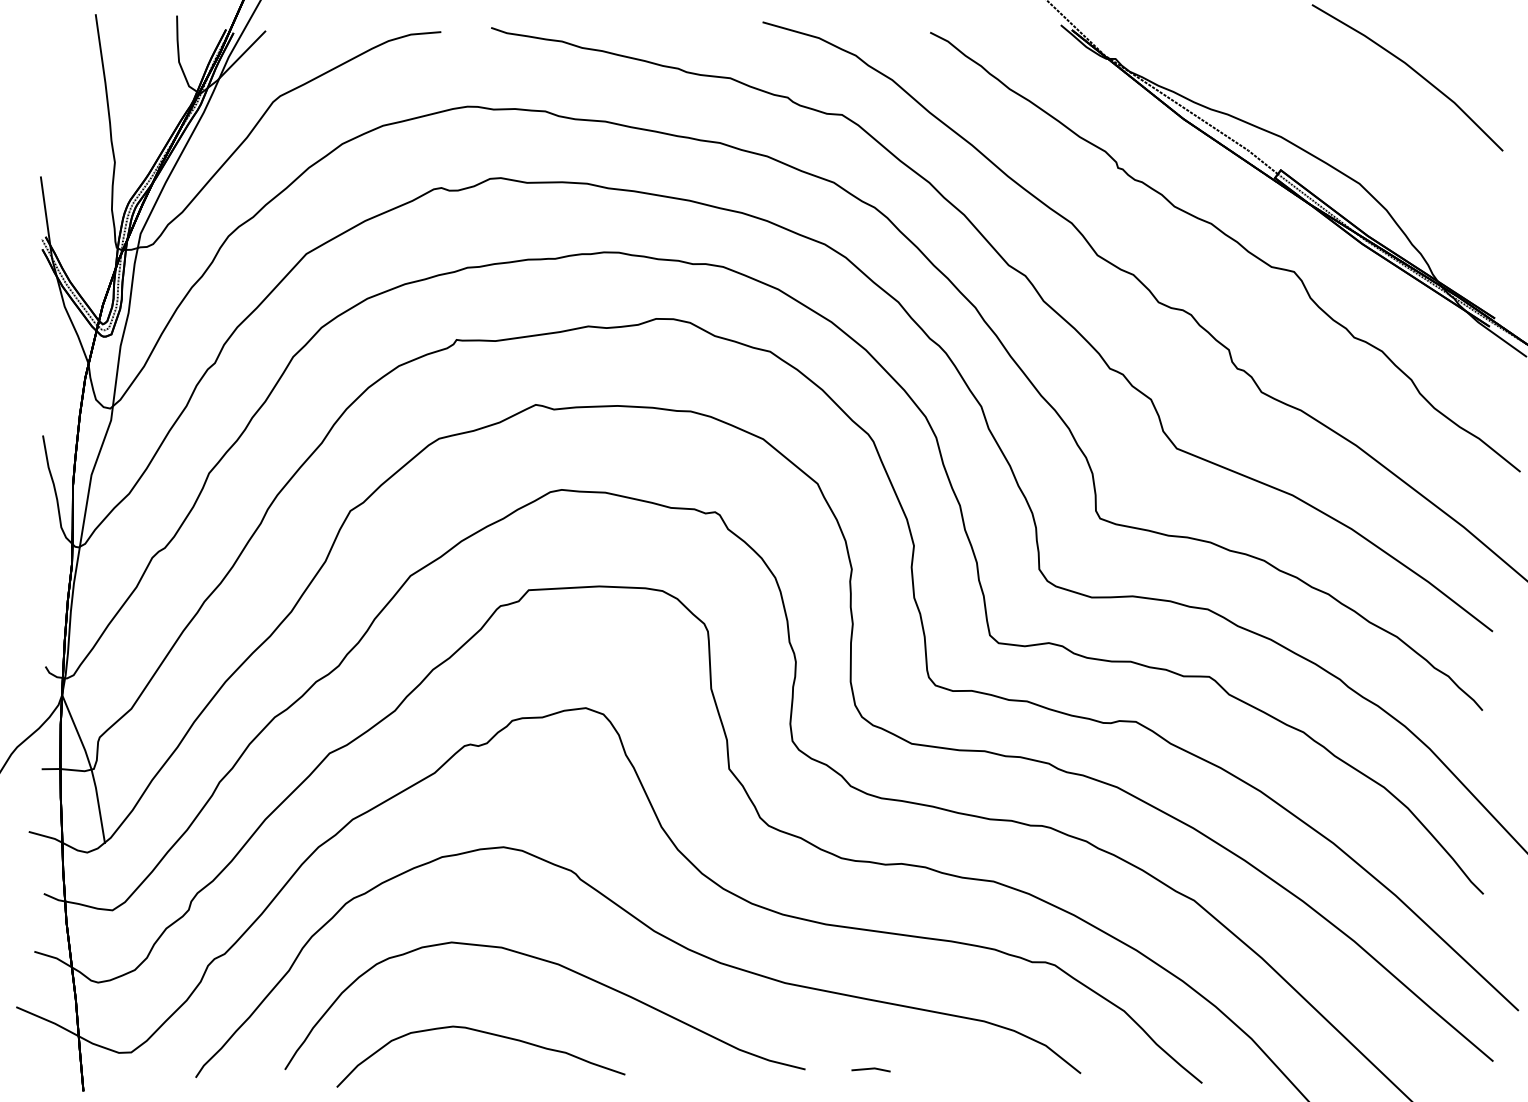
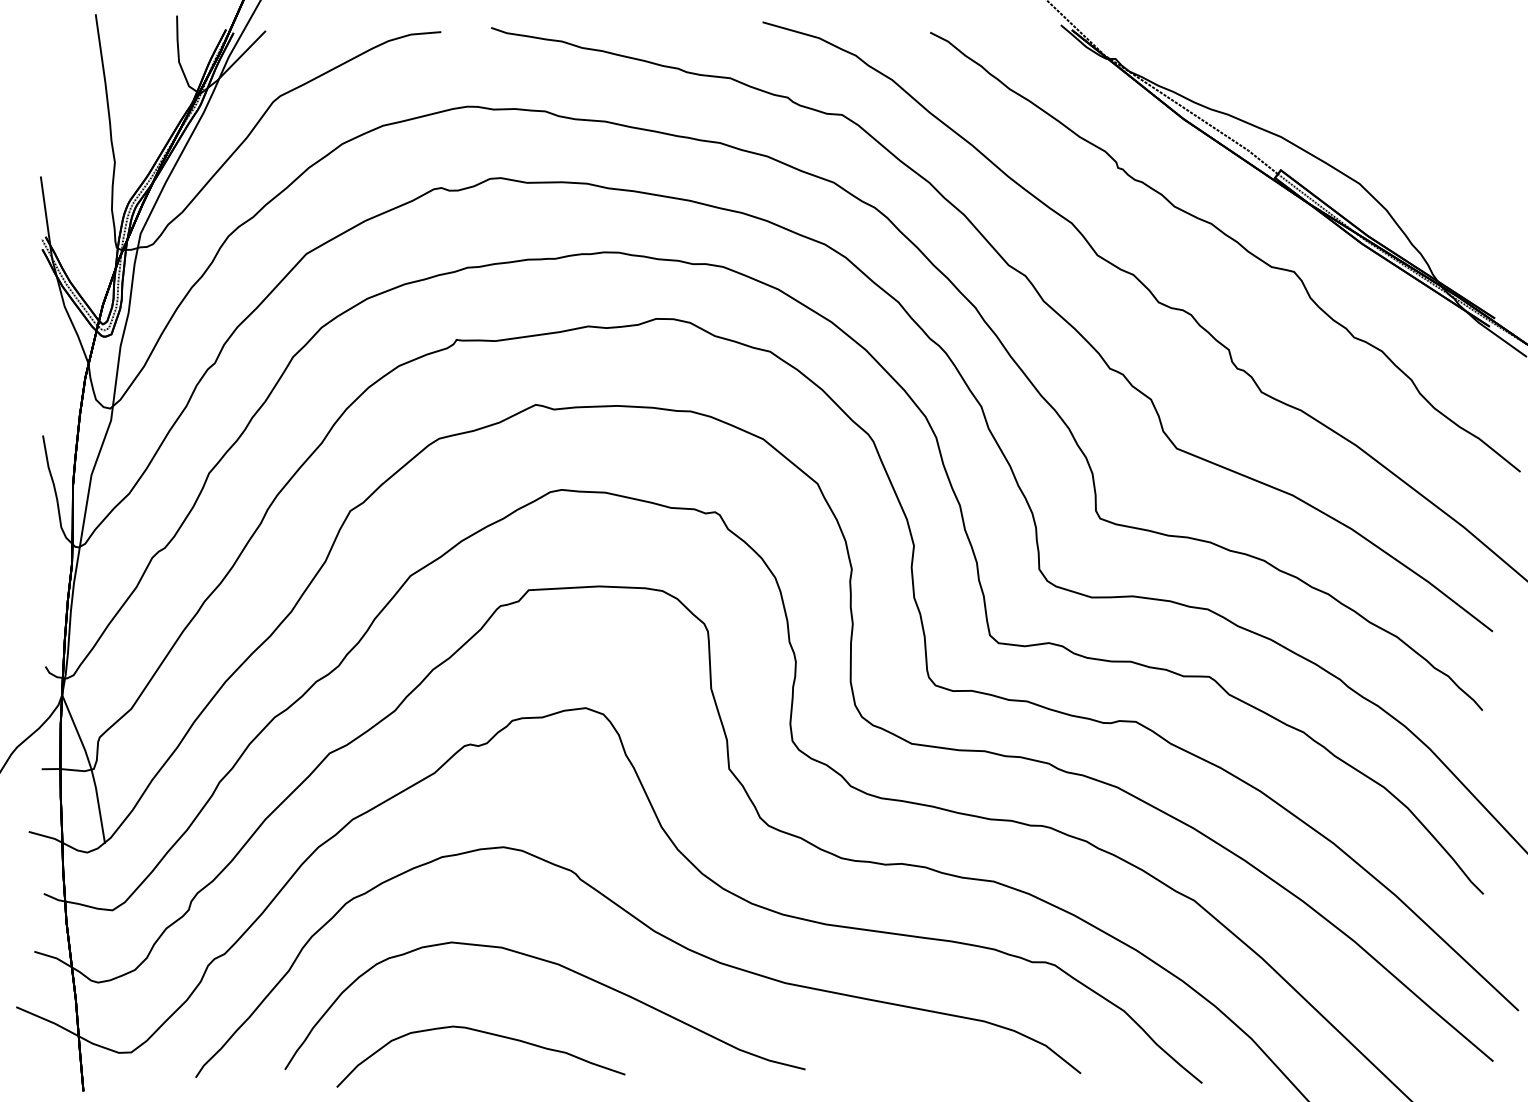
line at (1412, 70): present -> none
line at (870, 1069): present -> none
